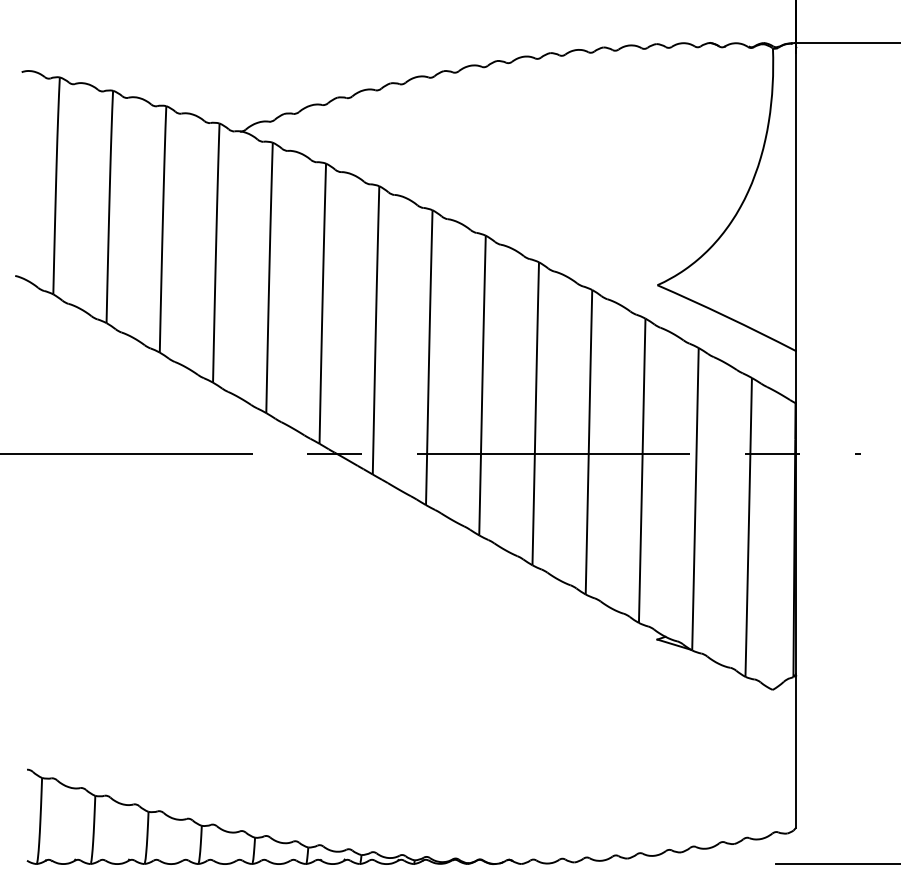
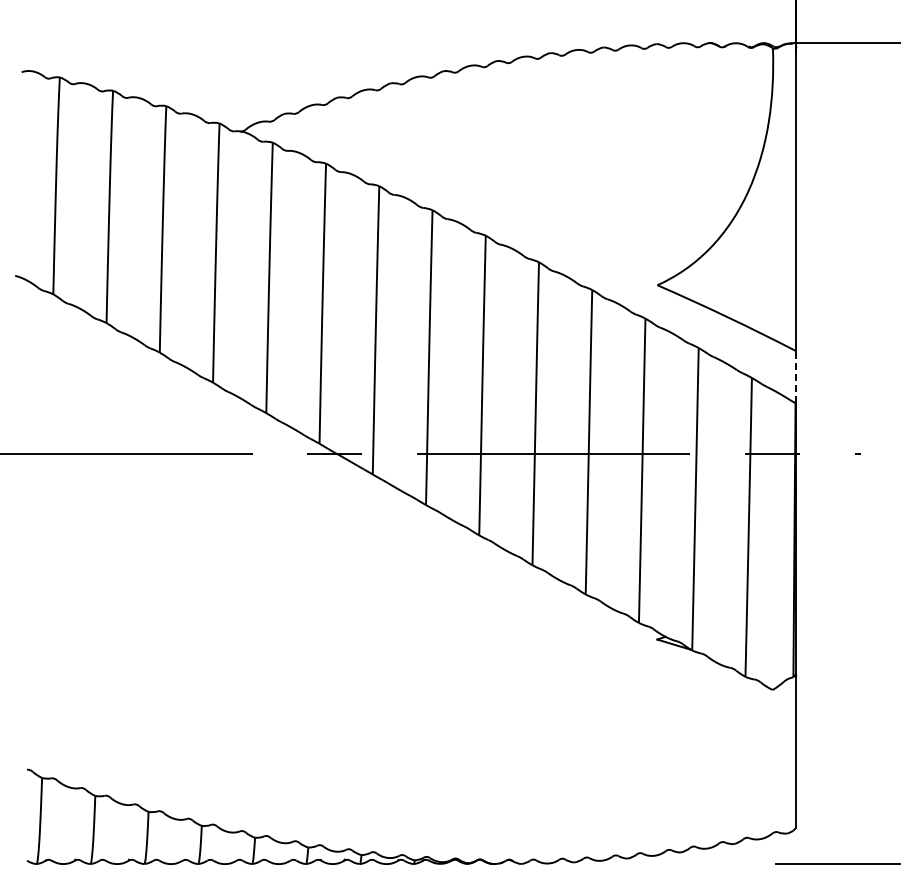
line at (796, 376): solid -> dashed
